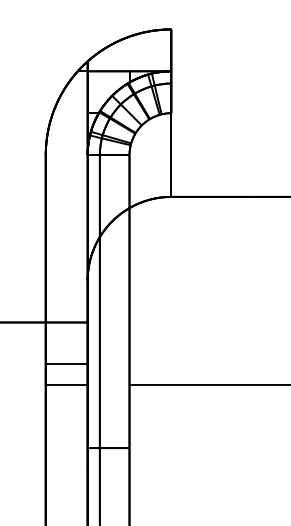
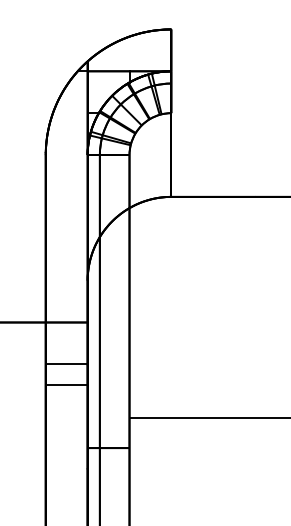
line at (208, 385) position: (208, 385) -> (208, 418)
